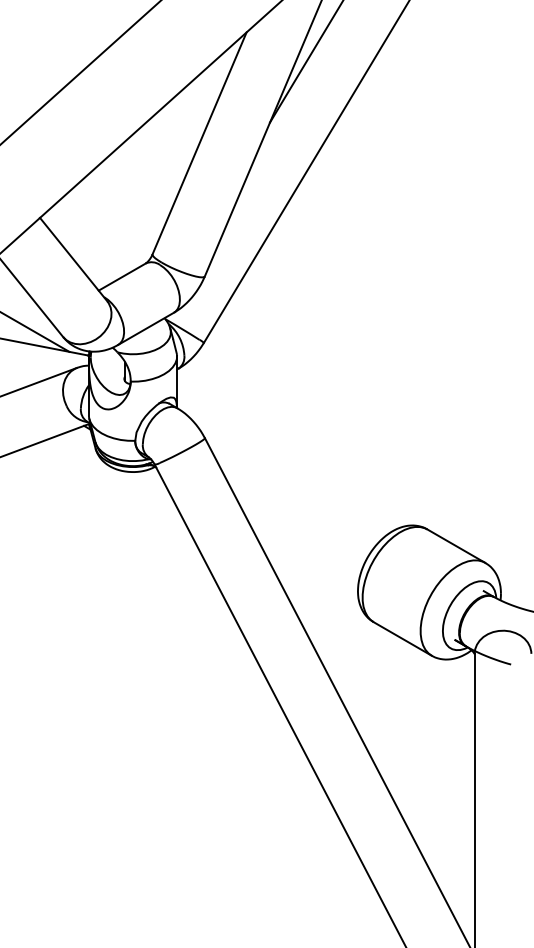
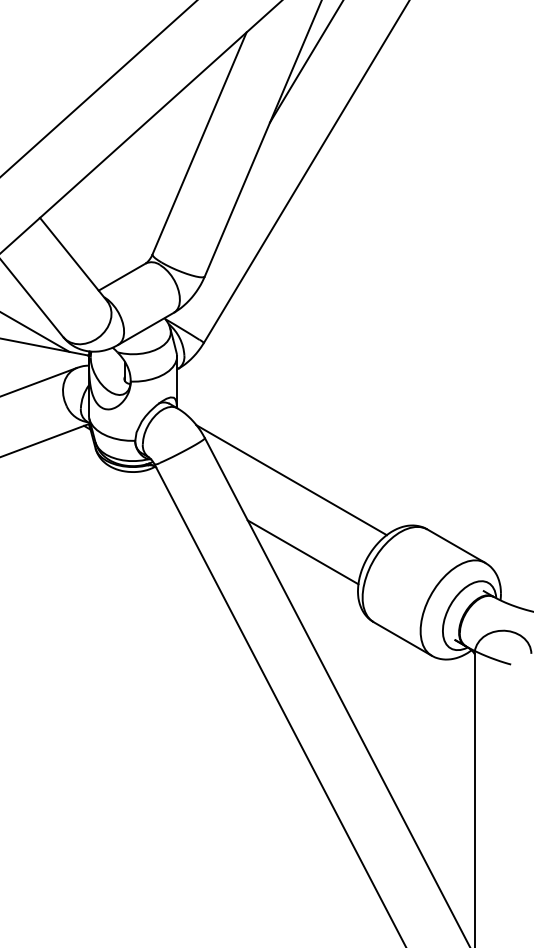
line at (80, 72) position: (80, 72) -> (98, 88)
line at (291, 480): none -> present
line at (302, 552): none -> present
